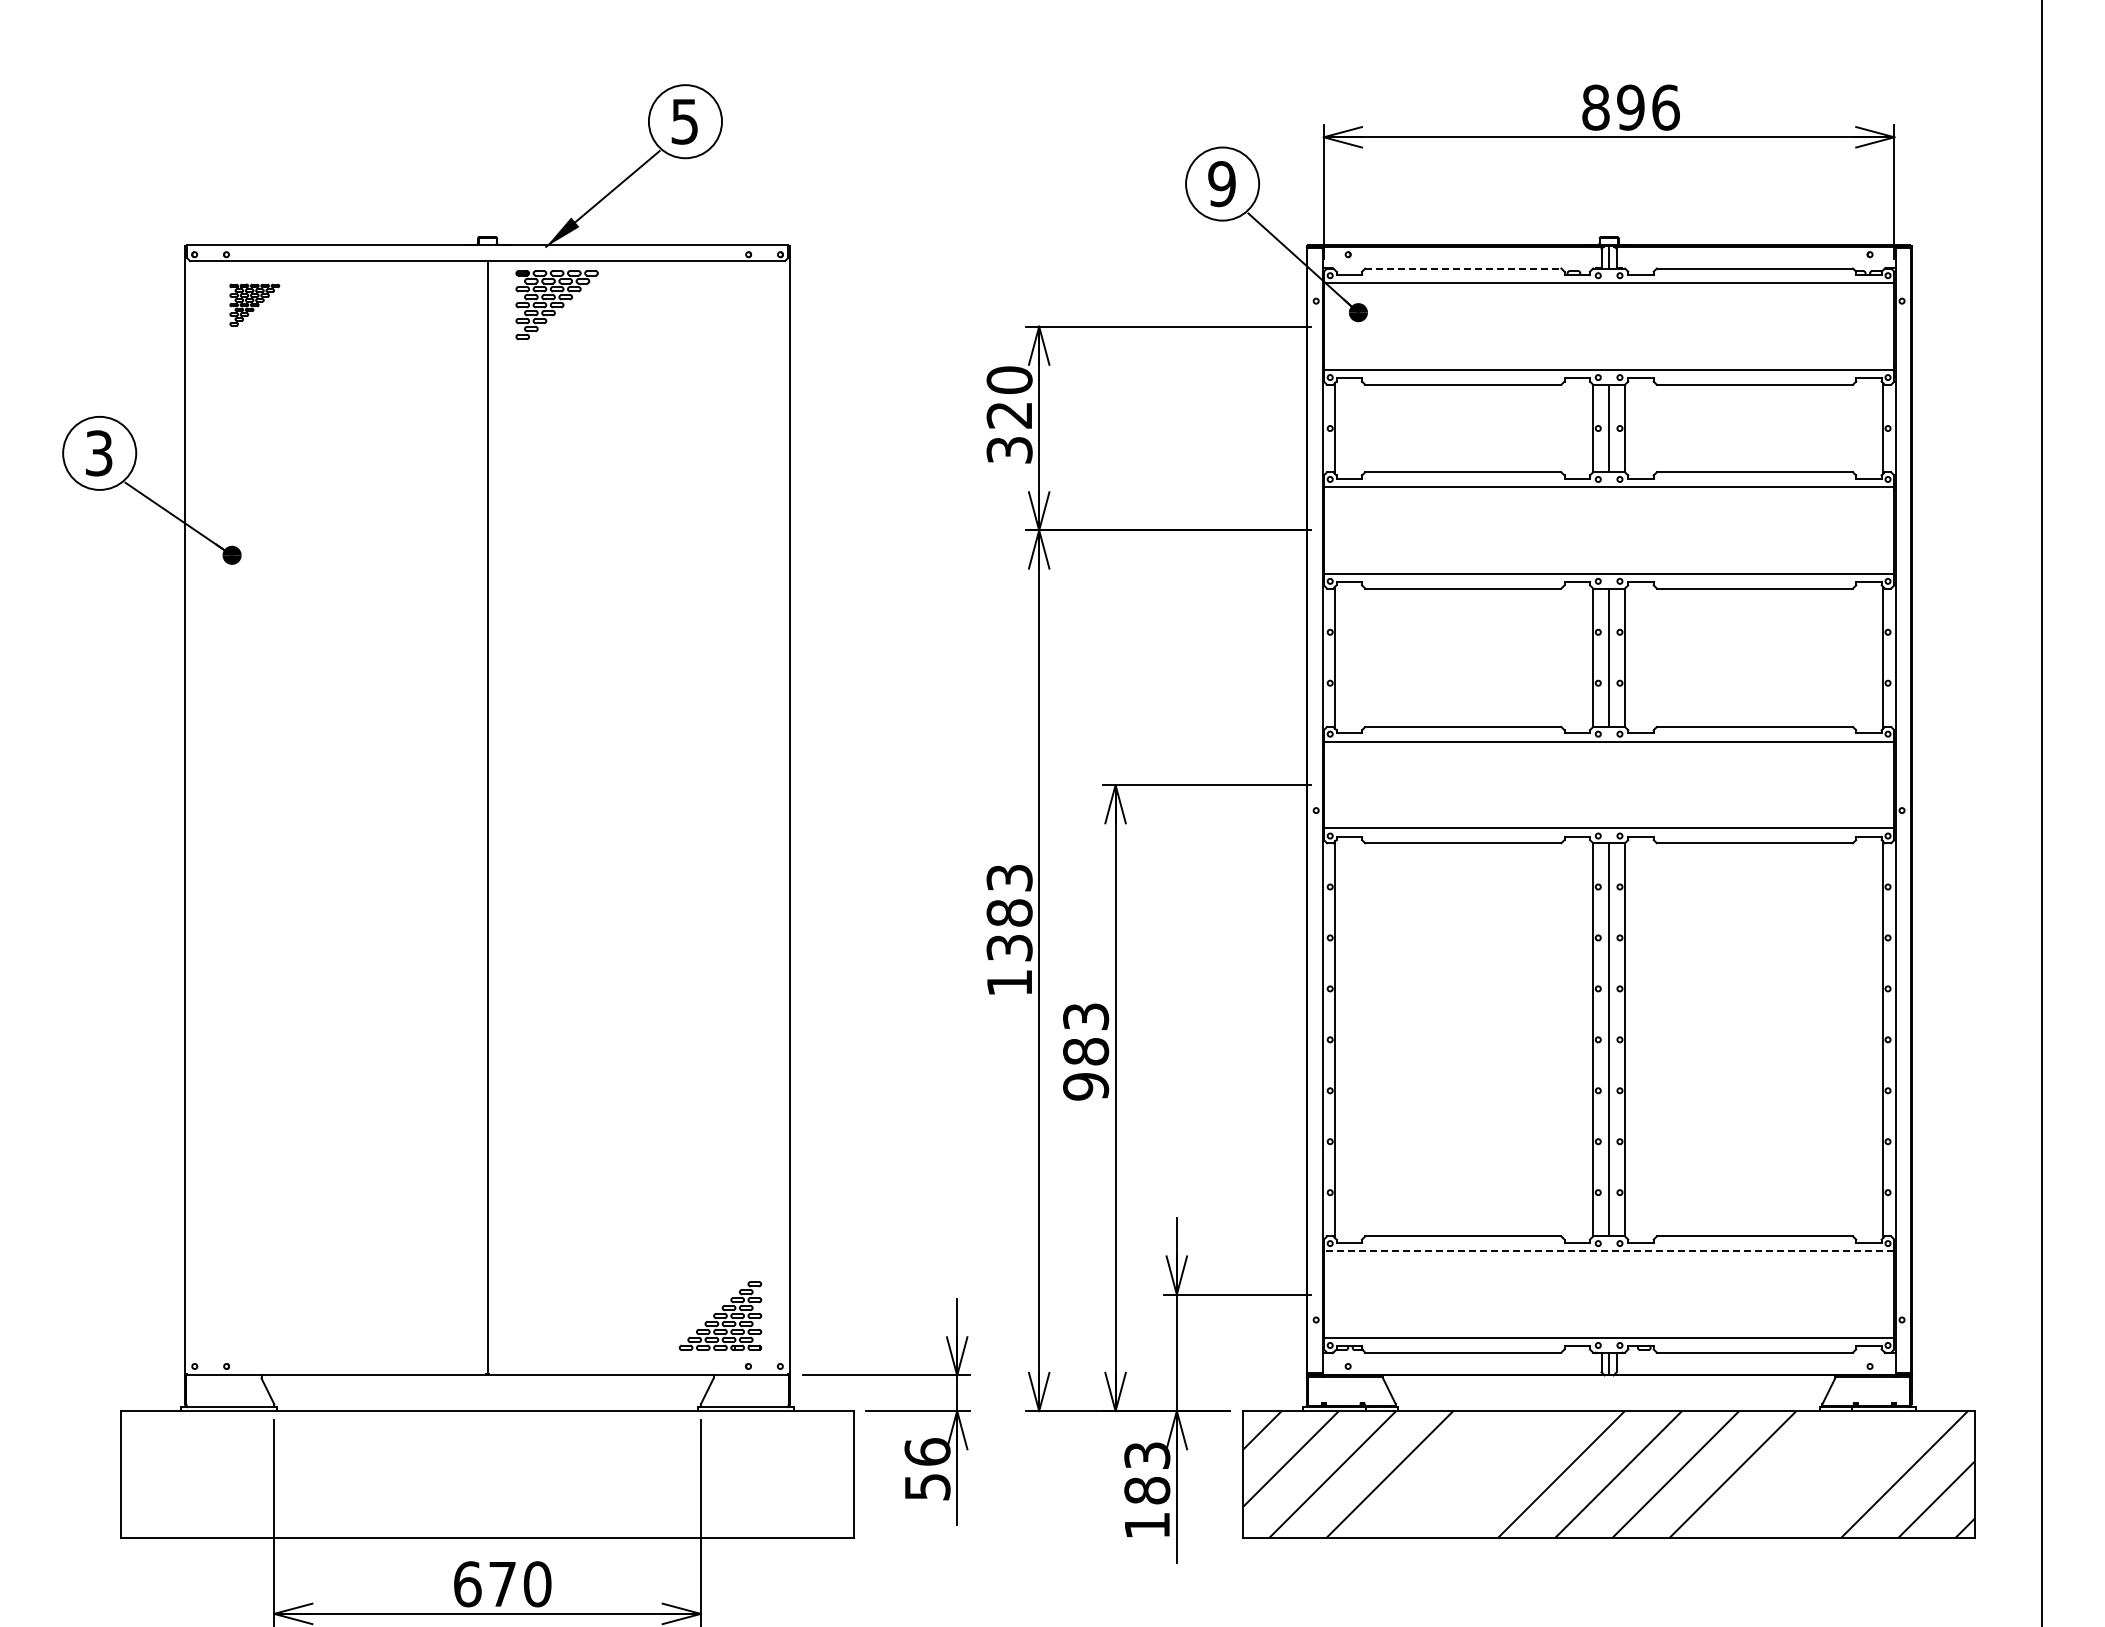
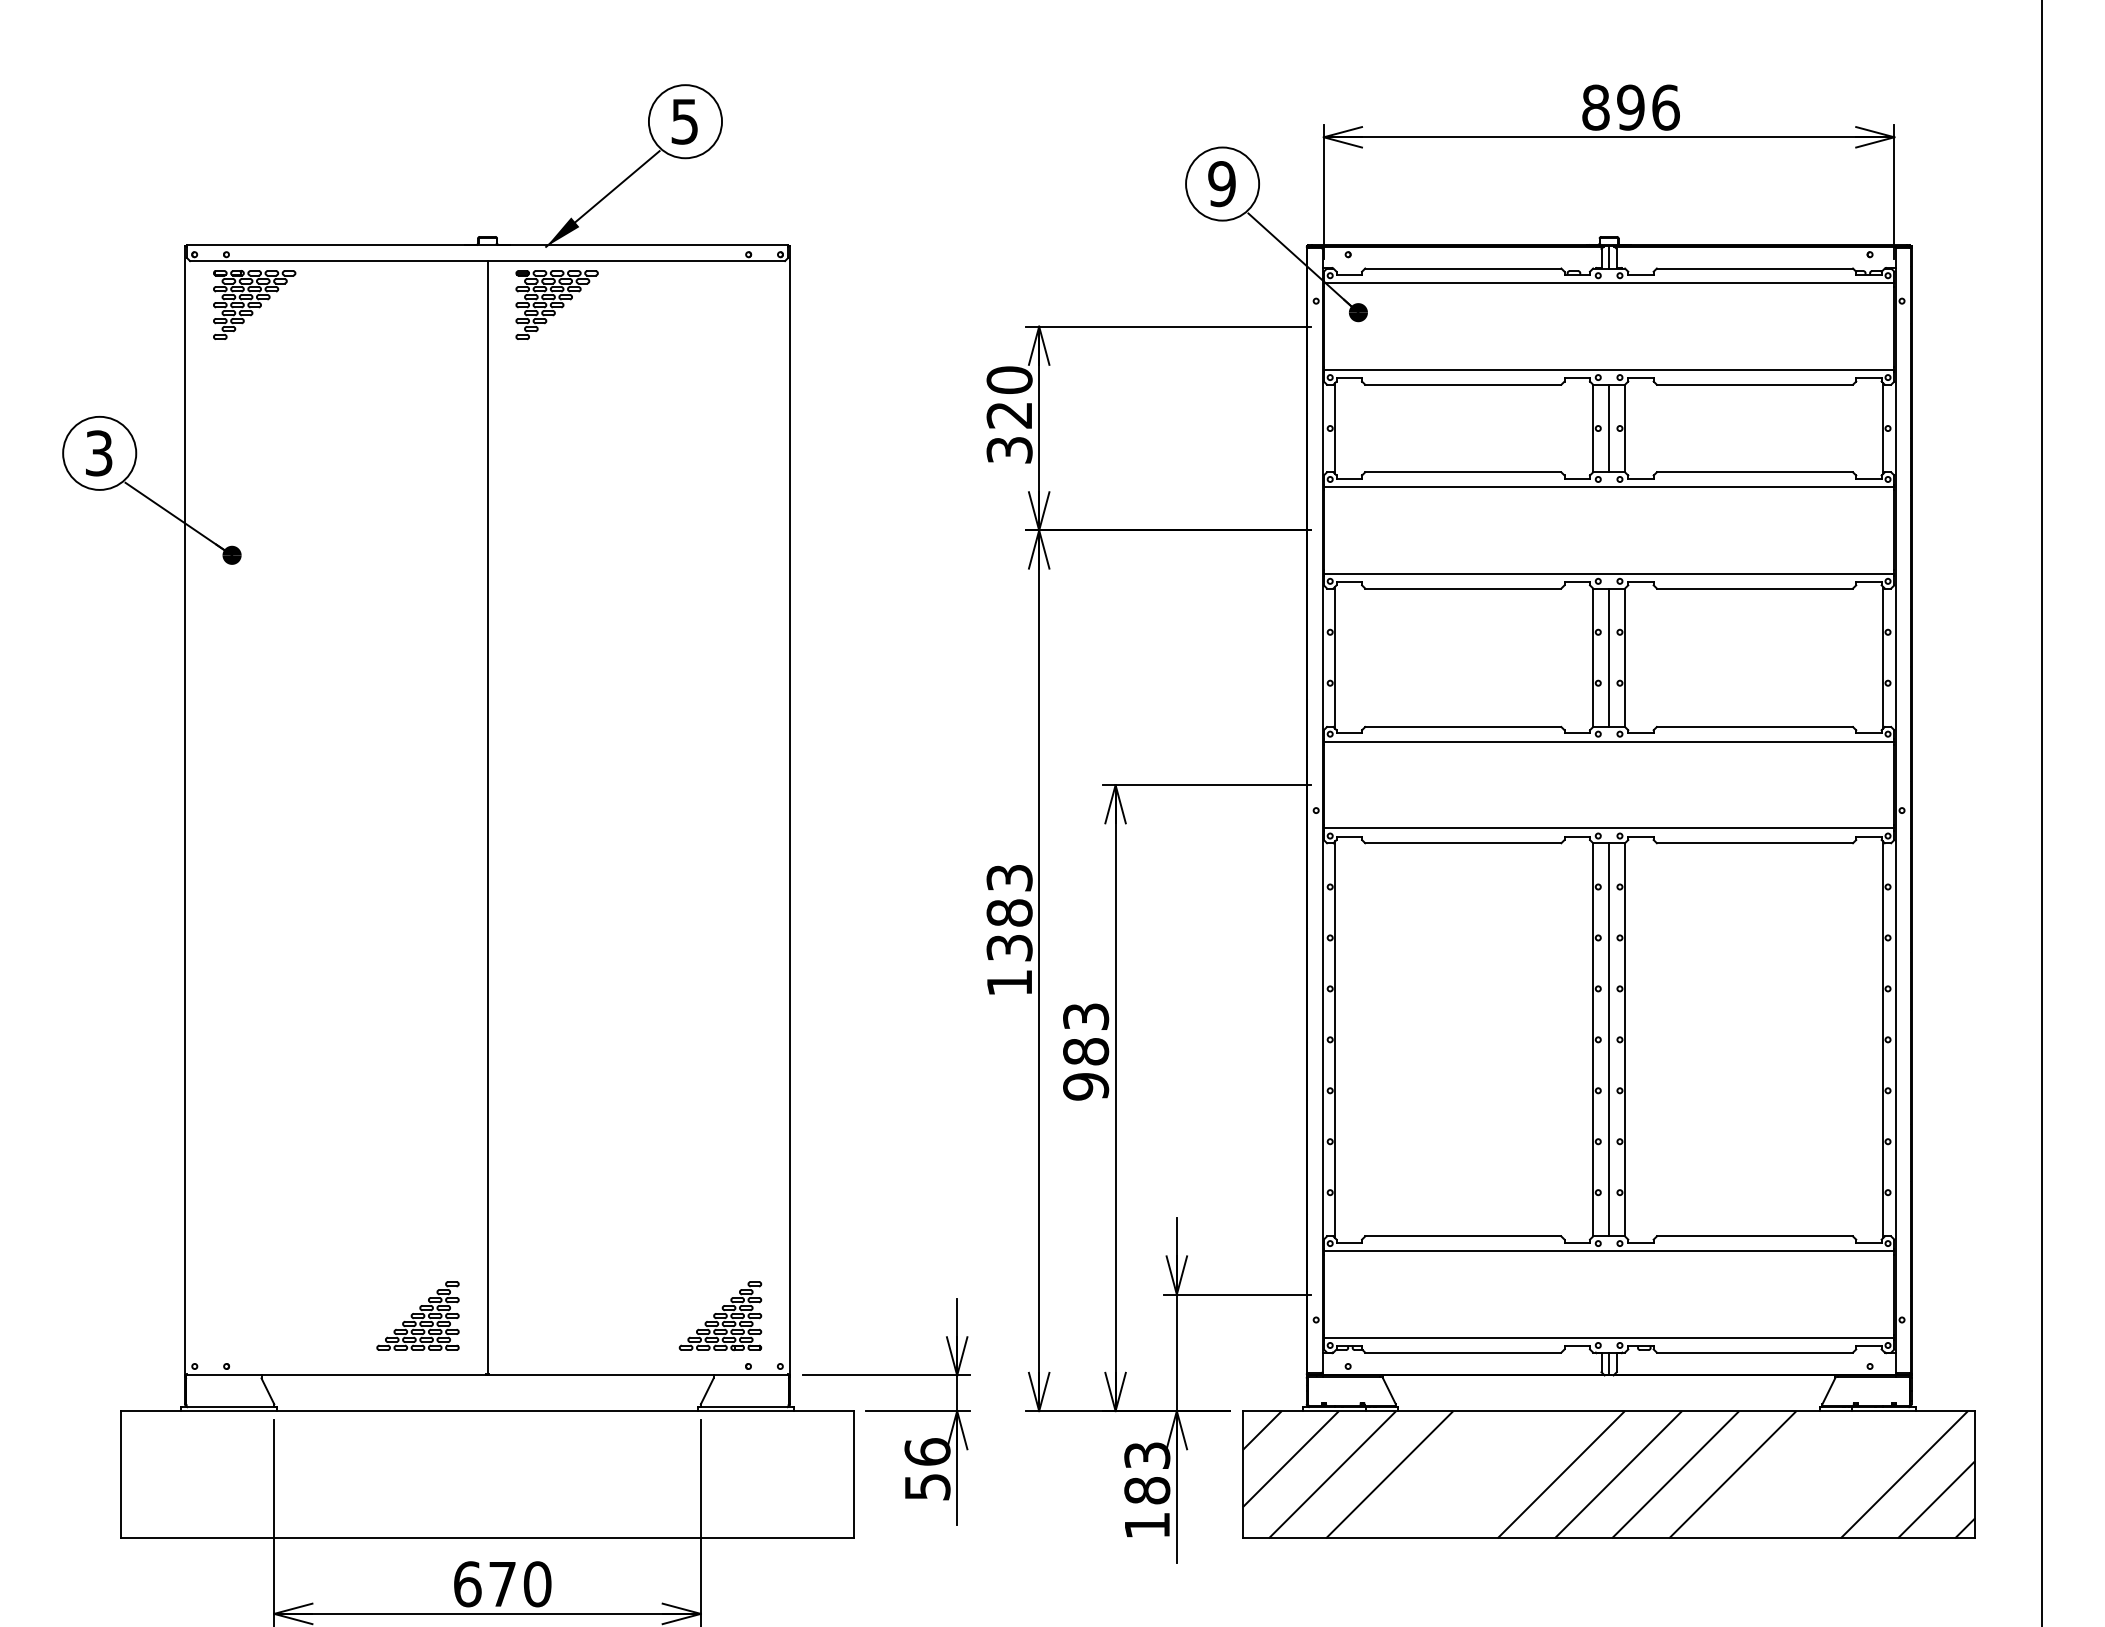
line at (1463, 268): dashed -> solid
part at (254, 304) size: 52x44 px -> 84x70 px
line at (1608, 1251): dashed -> solid
part at (417, 1315): none -> present
